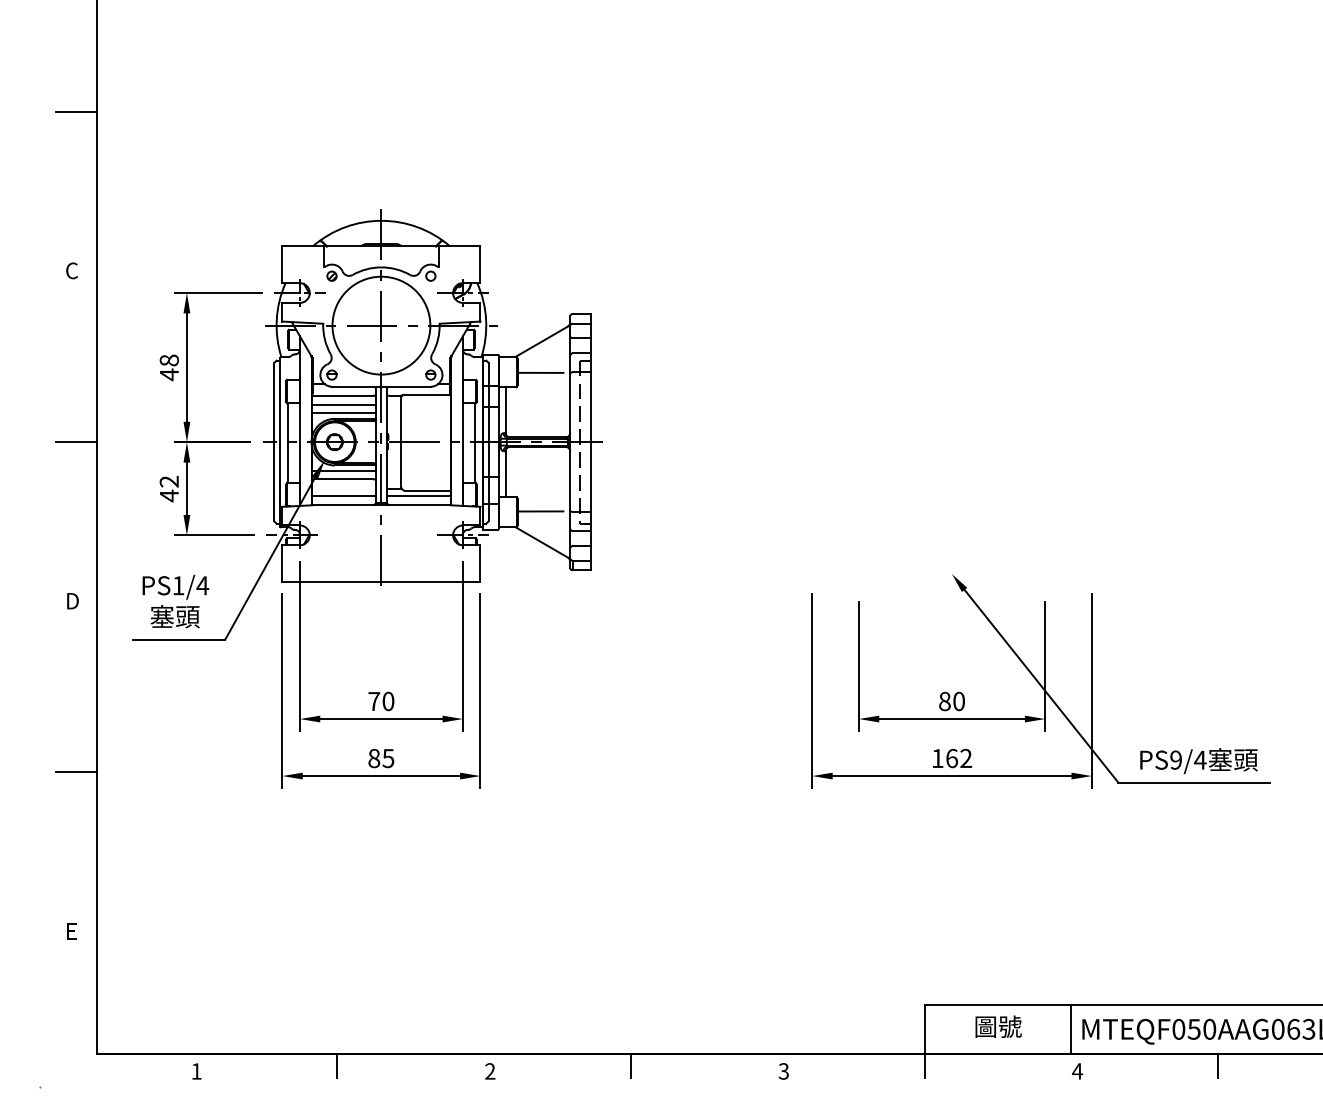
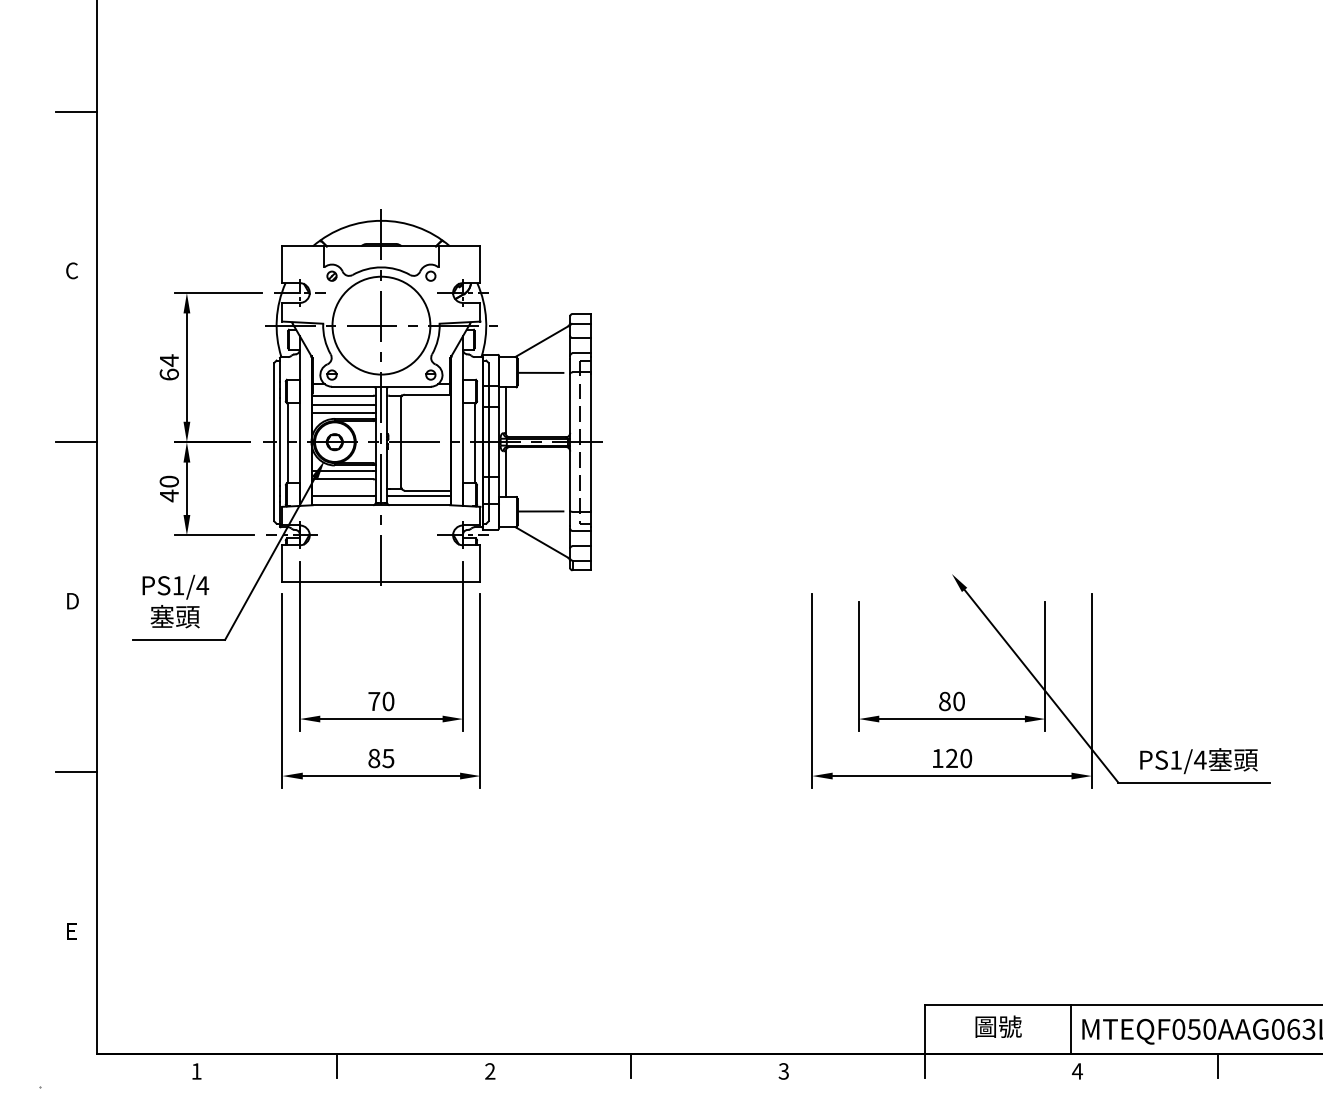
text at (168, 367): 48 -> 64
text at (168, 481): 42 -> 40
text at (959, 758): 162 -> 120
text at (1175, 759): PS9/4 -> PS1/4
